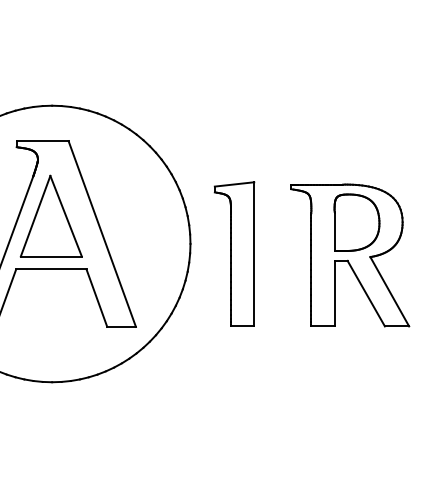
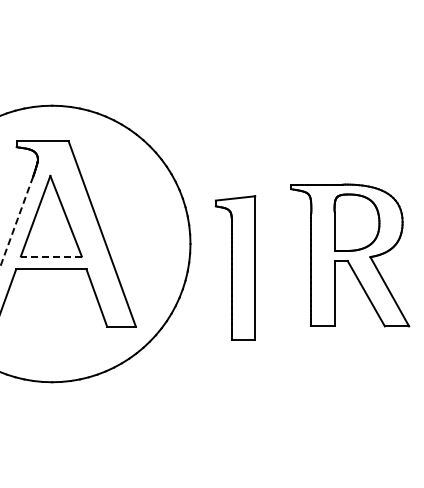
line at (16, 222): solid -> dashed
part at (234, 253) position: (234, 253) -> (235, 267)
line at (51, 256): solid -> dashed
